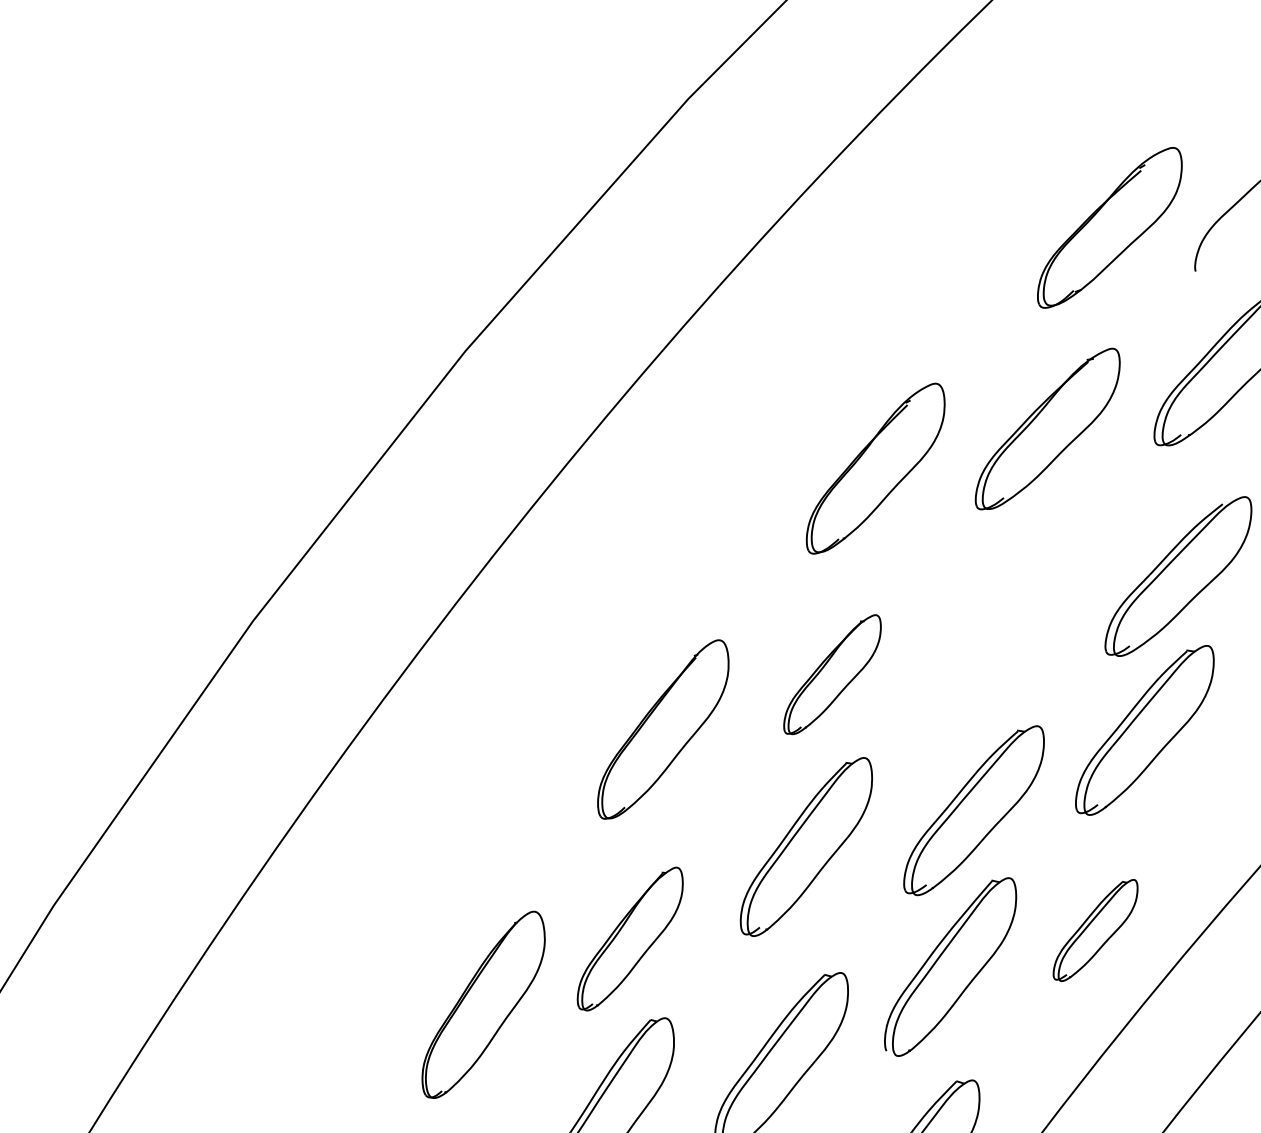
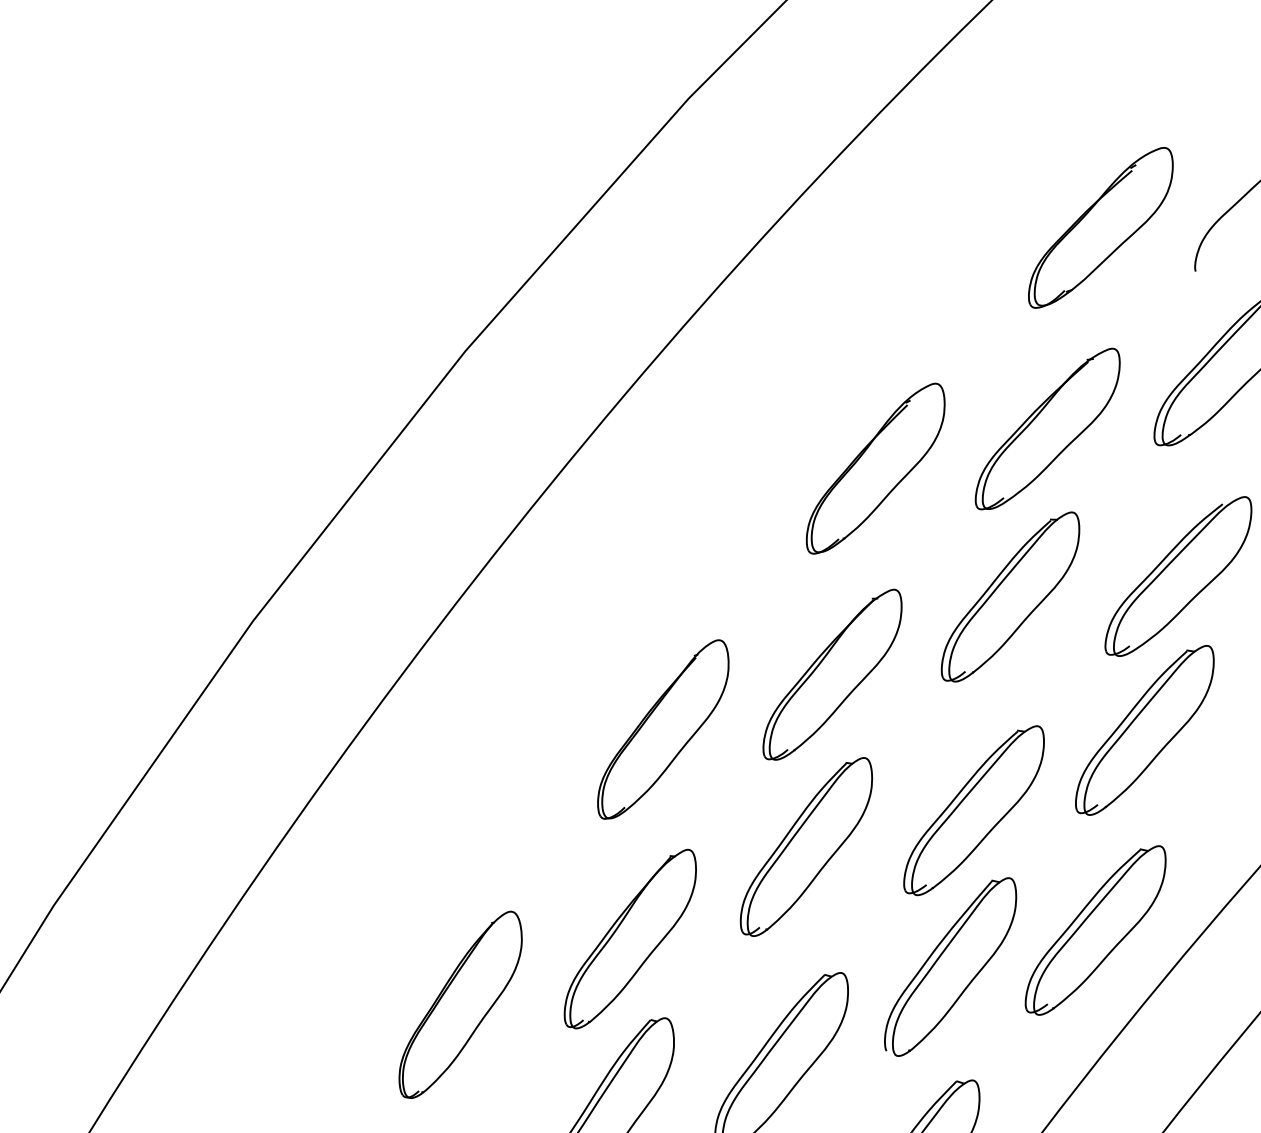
part at (1109, 227) position: (1109, 227) -> (1100, 227)
part at (1010, 596): none -> present
part at (832, 674) size: 99x122 px -> 141x173 px
part at (1095, 930) size: 87x103 px -> 143x171 px
part at (629, 938) size: 108x146 px -> 134x182 px
part at (483, 1004) position: (483, 1004) -> (460, 1004)
